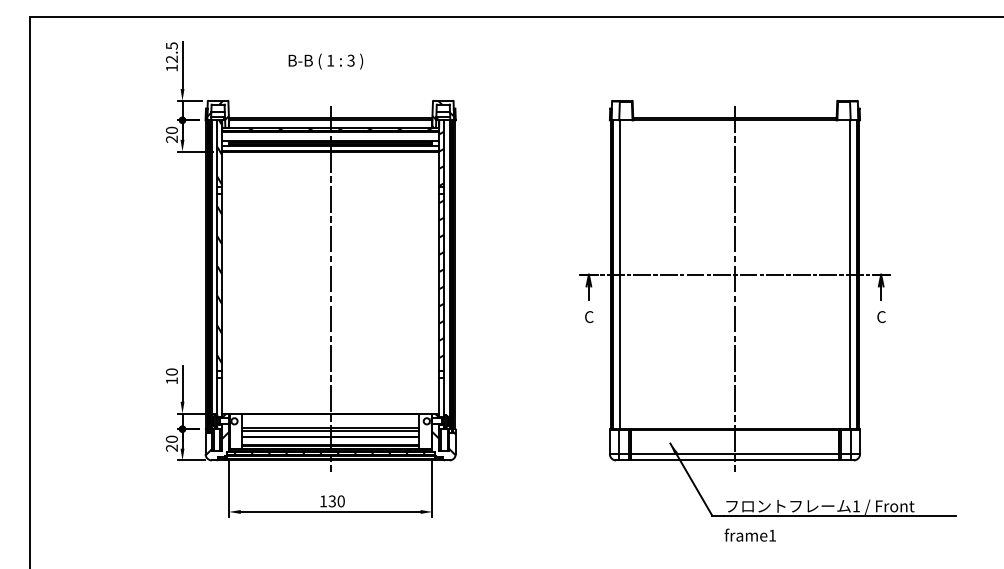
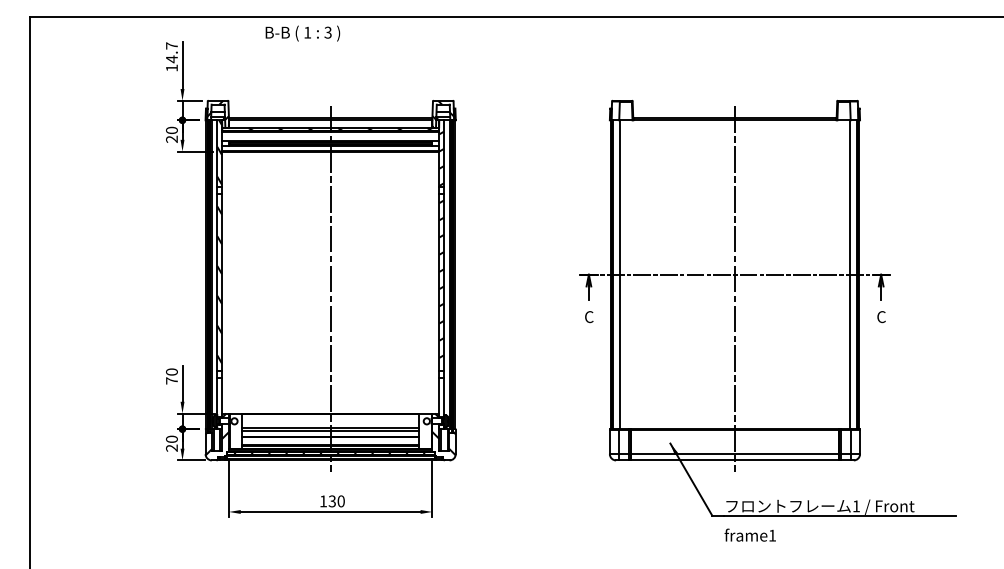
text at (171, 52): 12.5 -> 14.7
text at (325, 61) position: (325, 61) -> (302, 33)
text at (171, 380): 10 -> 70
